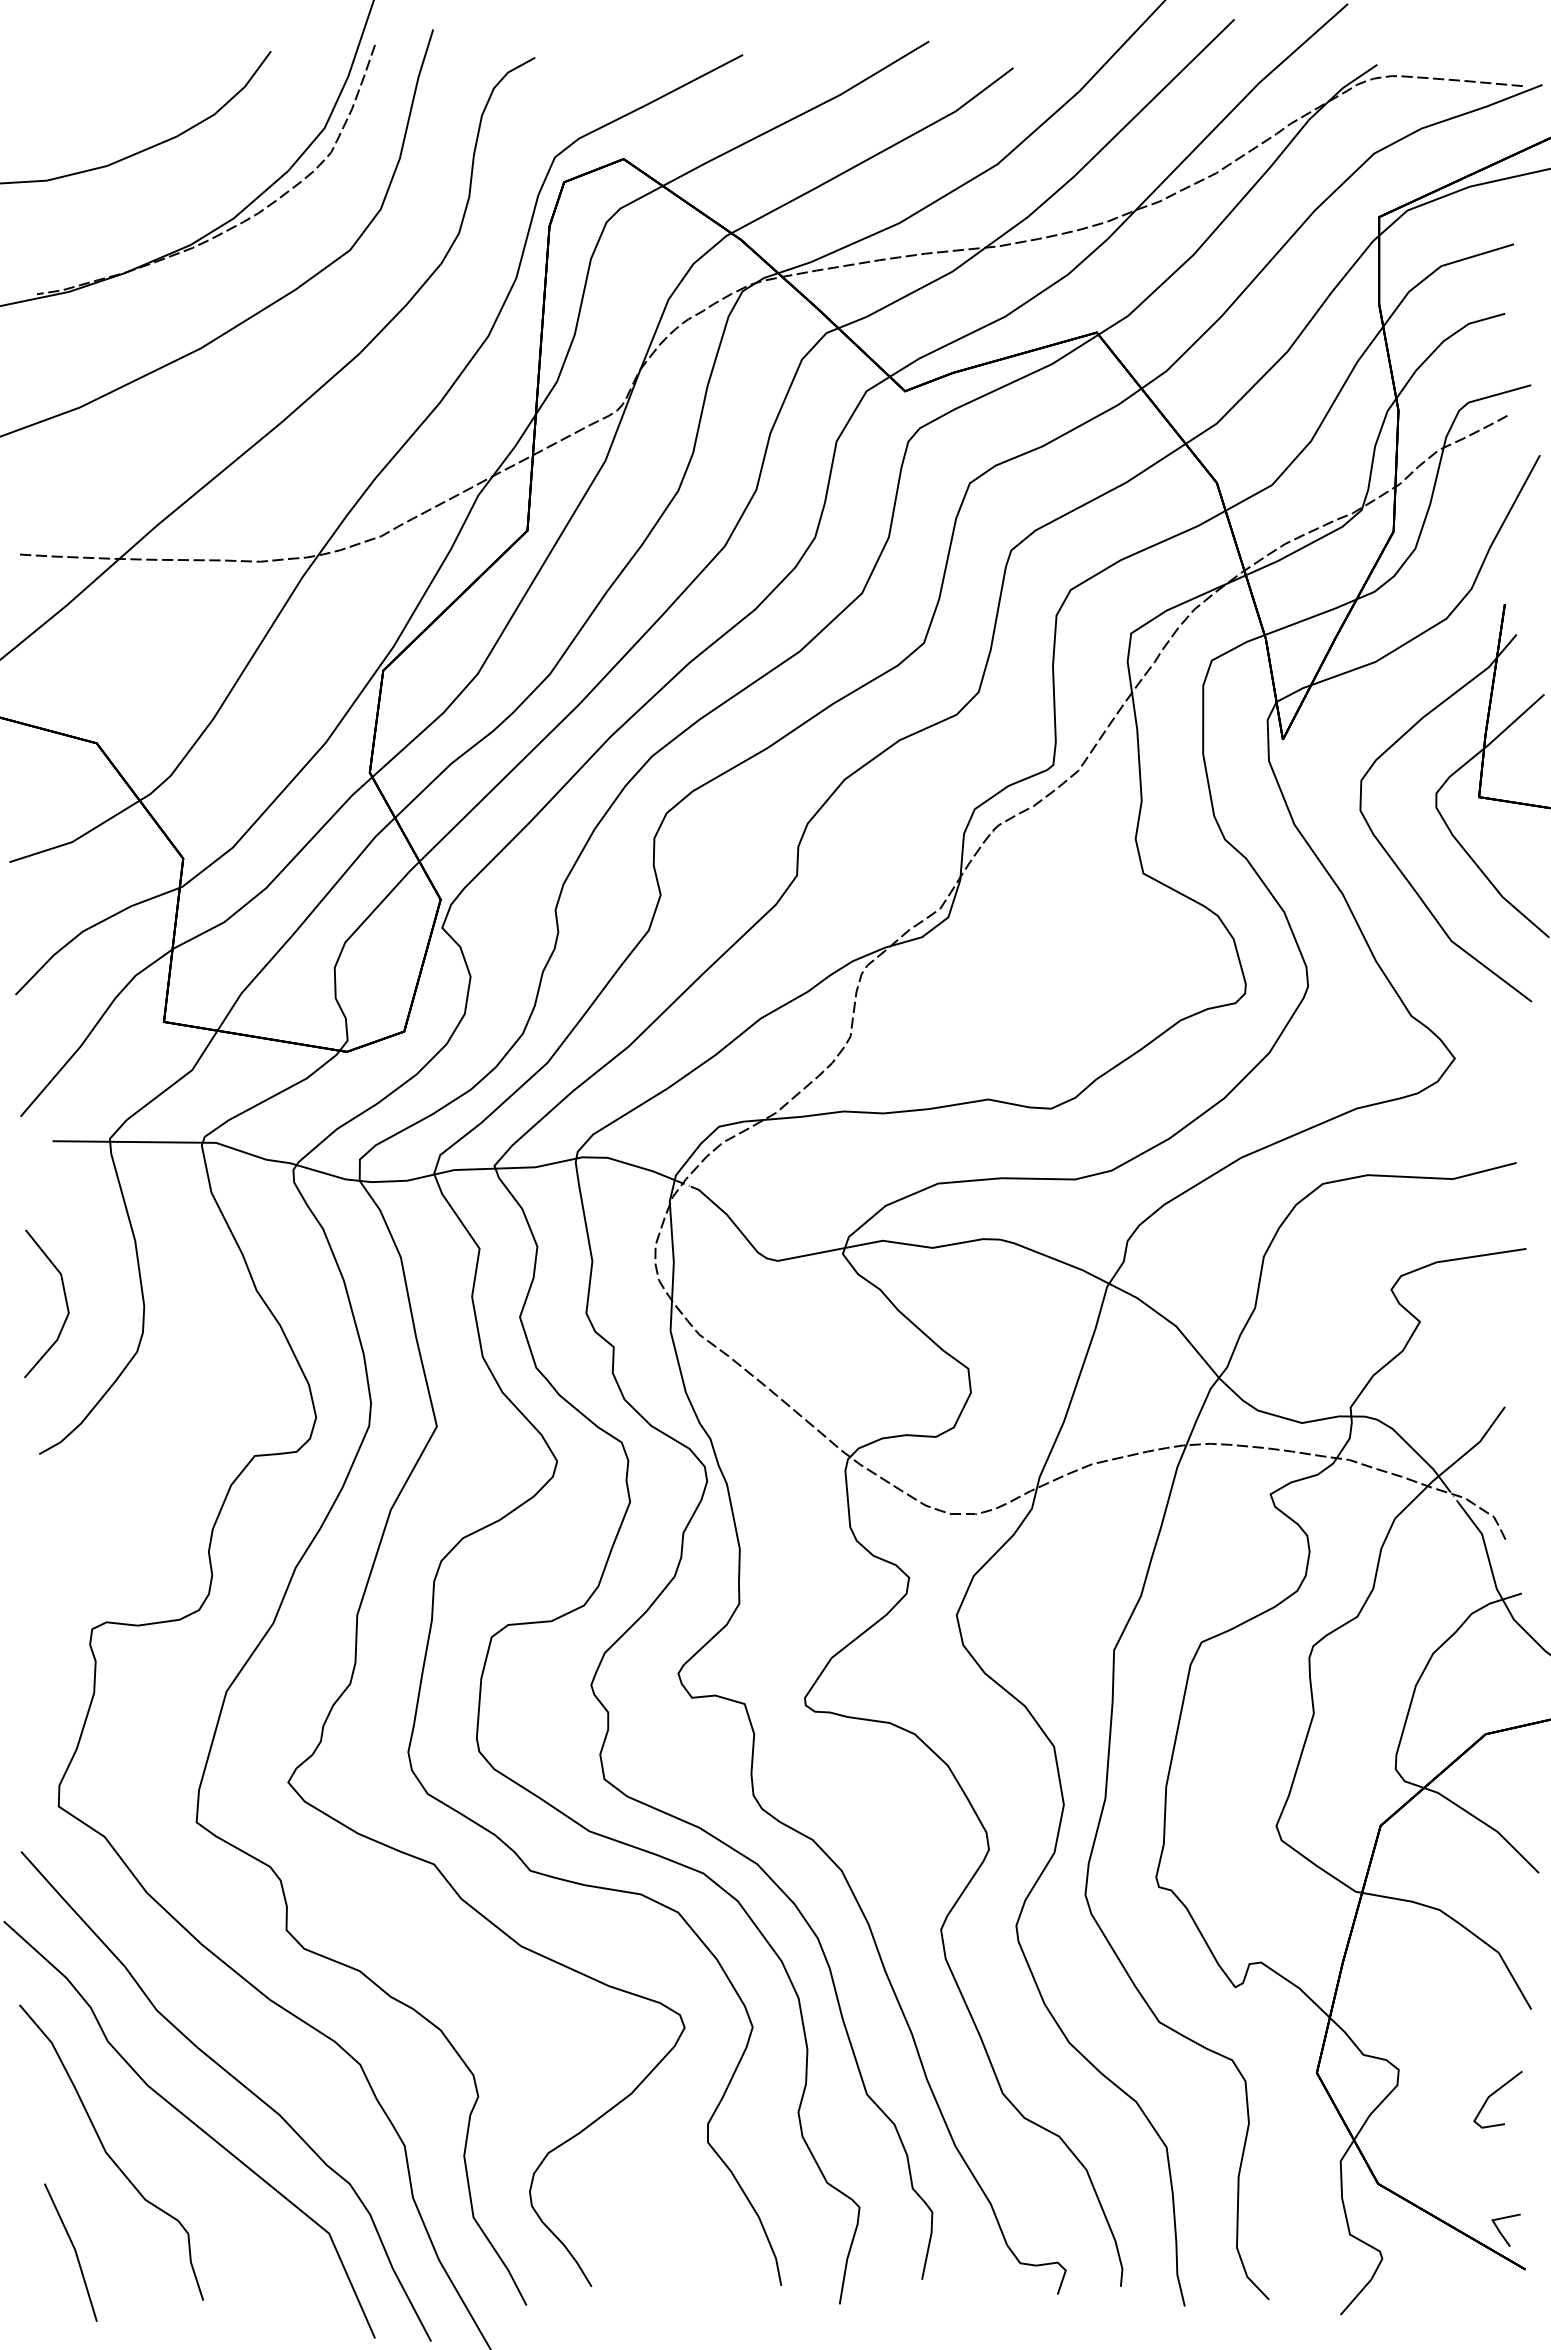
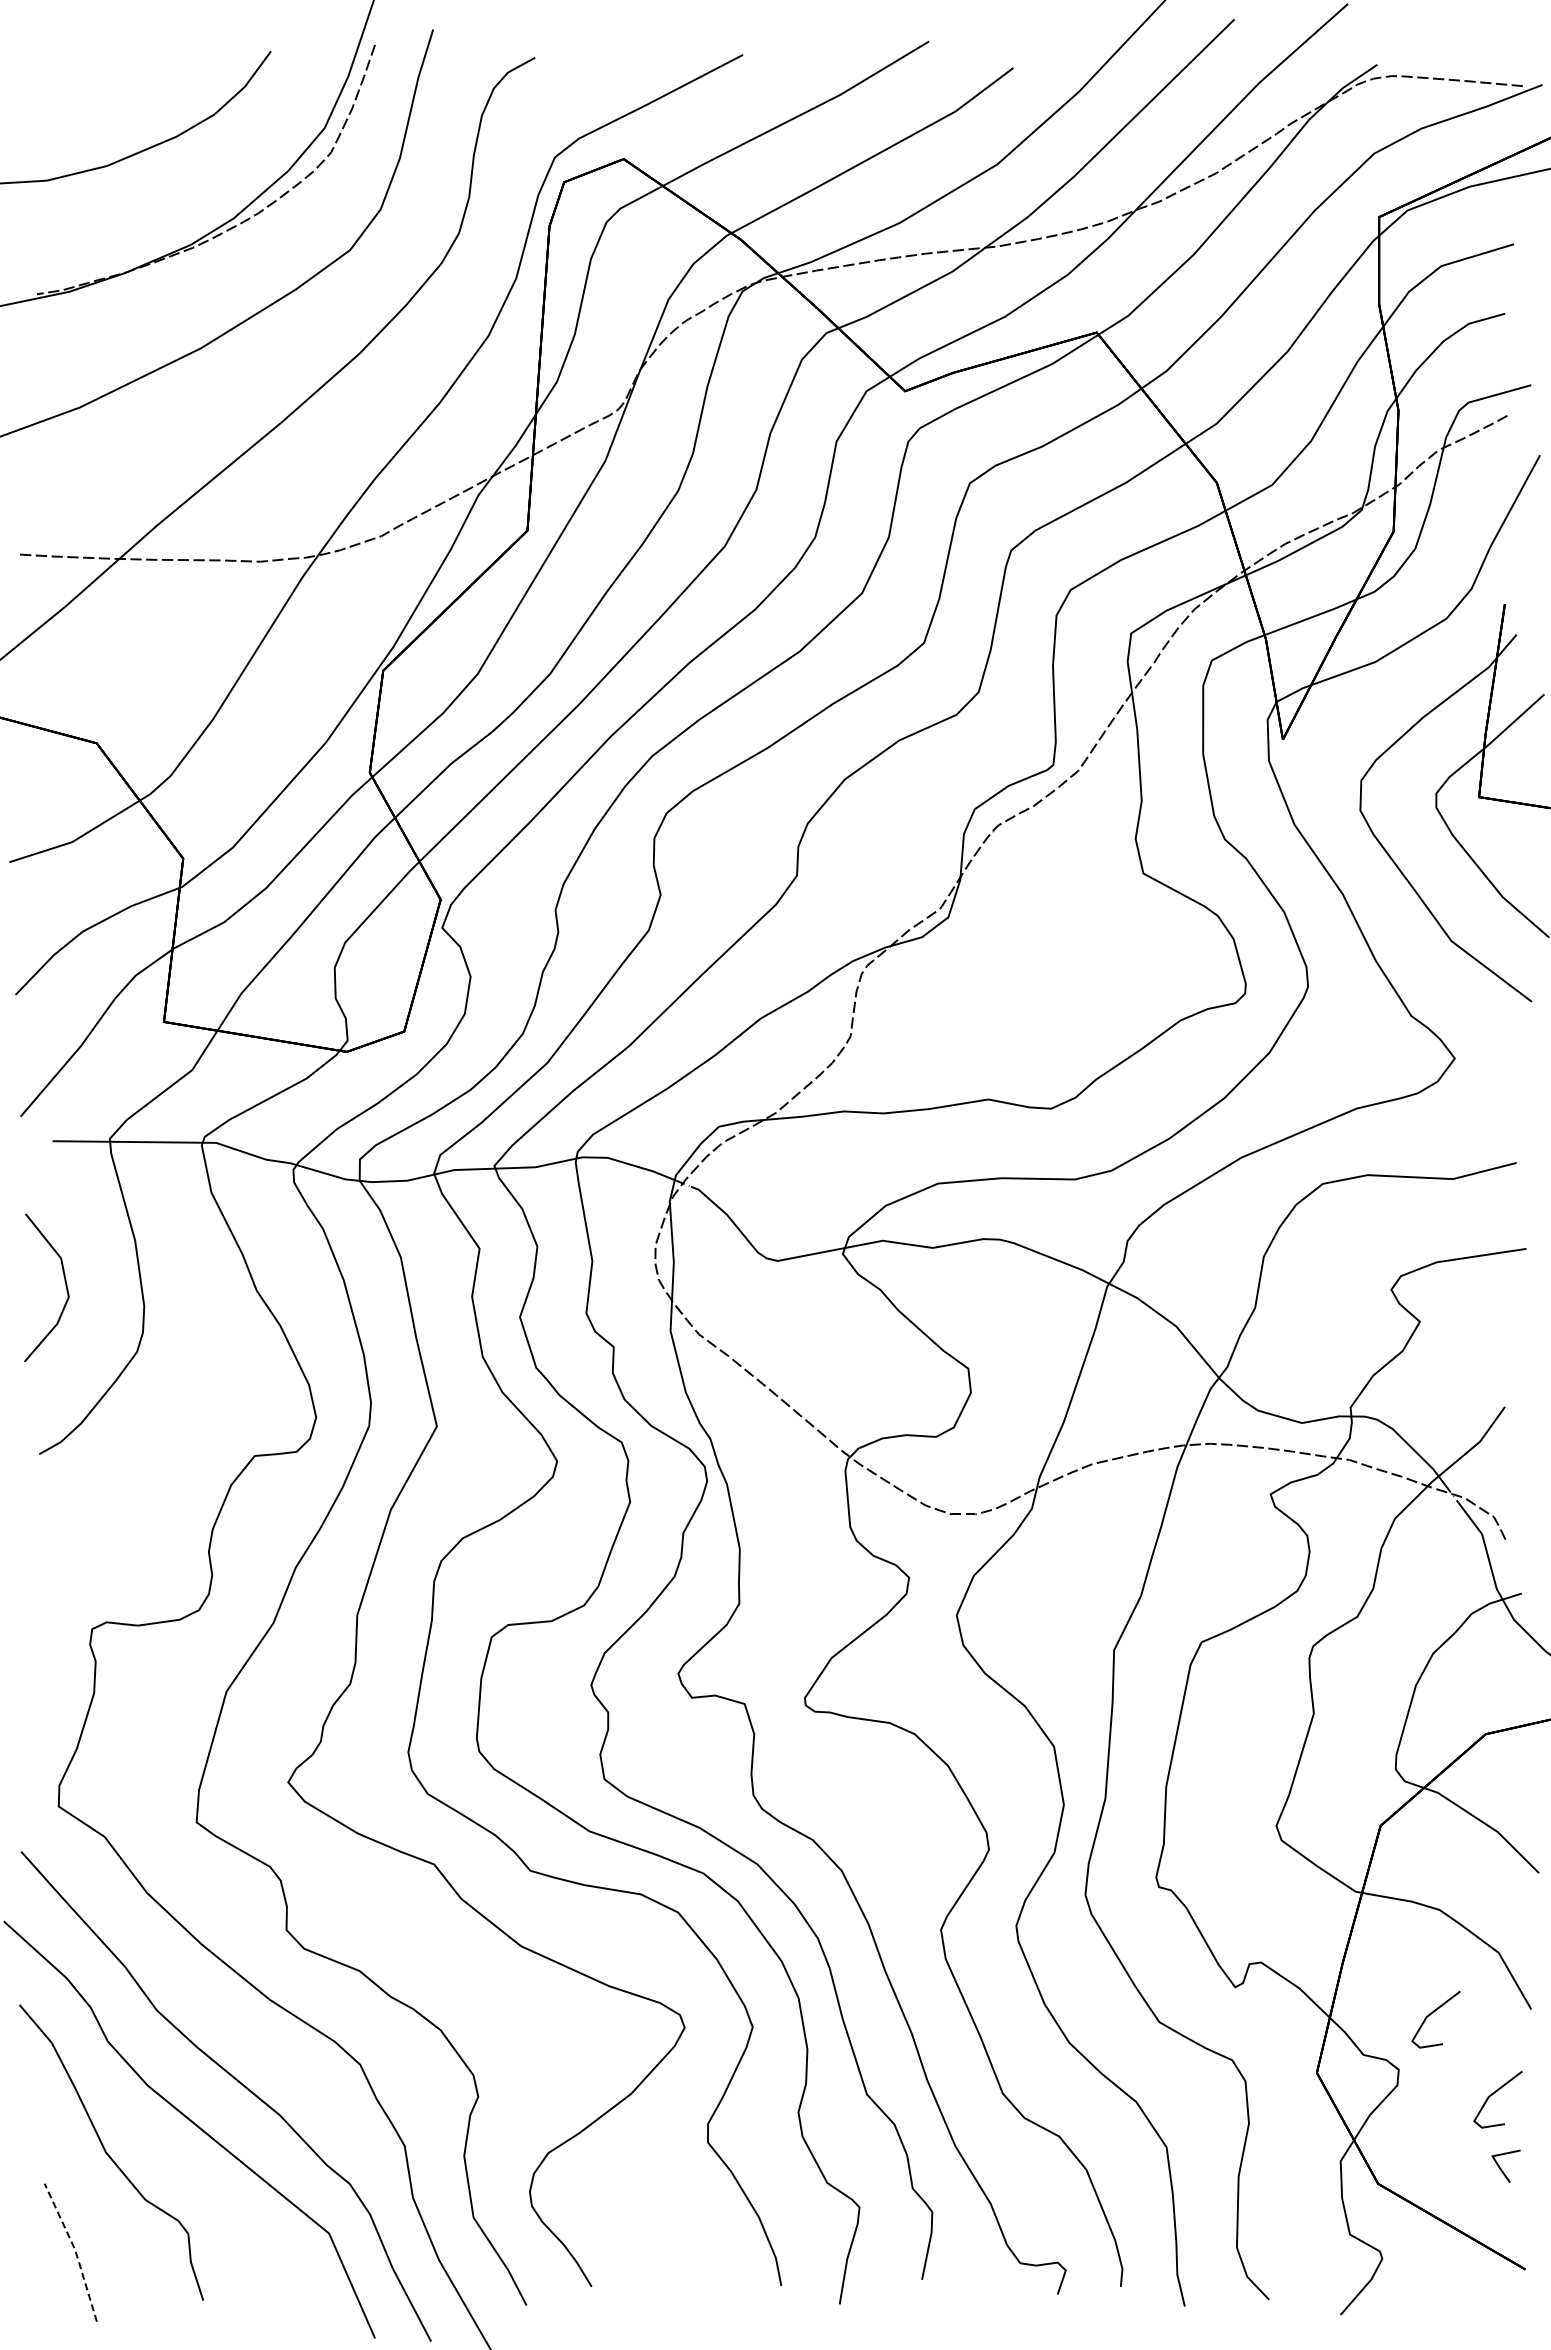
line at (64, 1297) position: (64, 1297) -> (64, 1281)
line at (1431, 2014): none -> present
line at (1501, 2232) position: (1501, 2232) -> (1501, 2168)
line at (75, 2250): solid -> dashed
